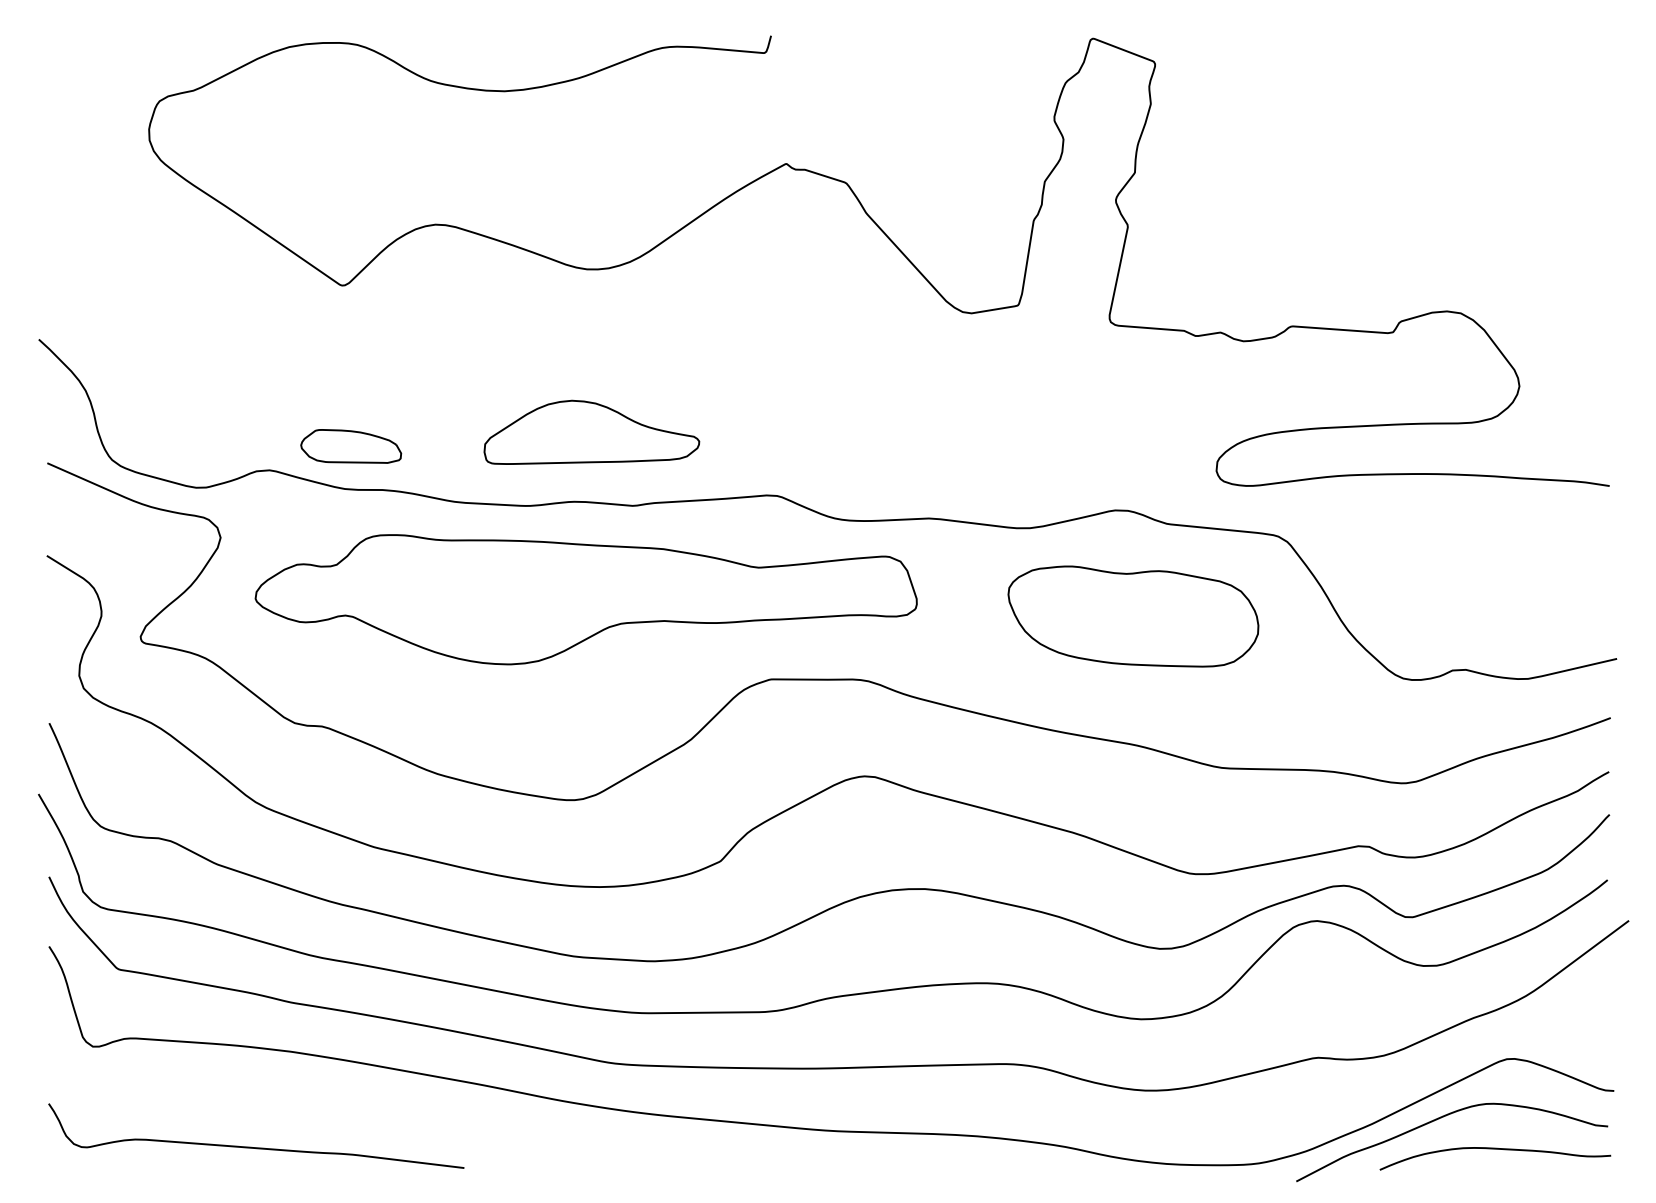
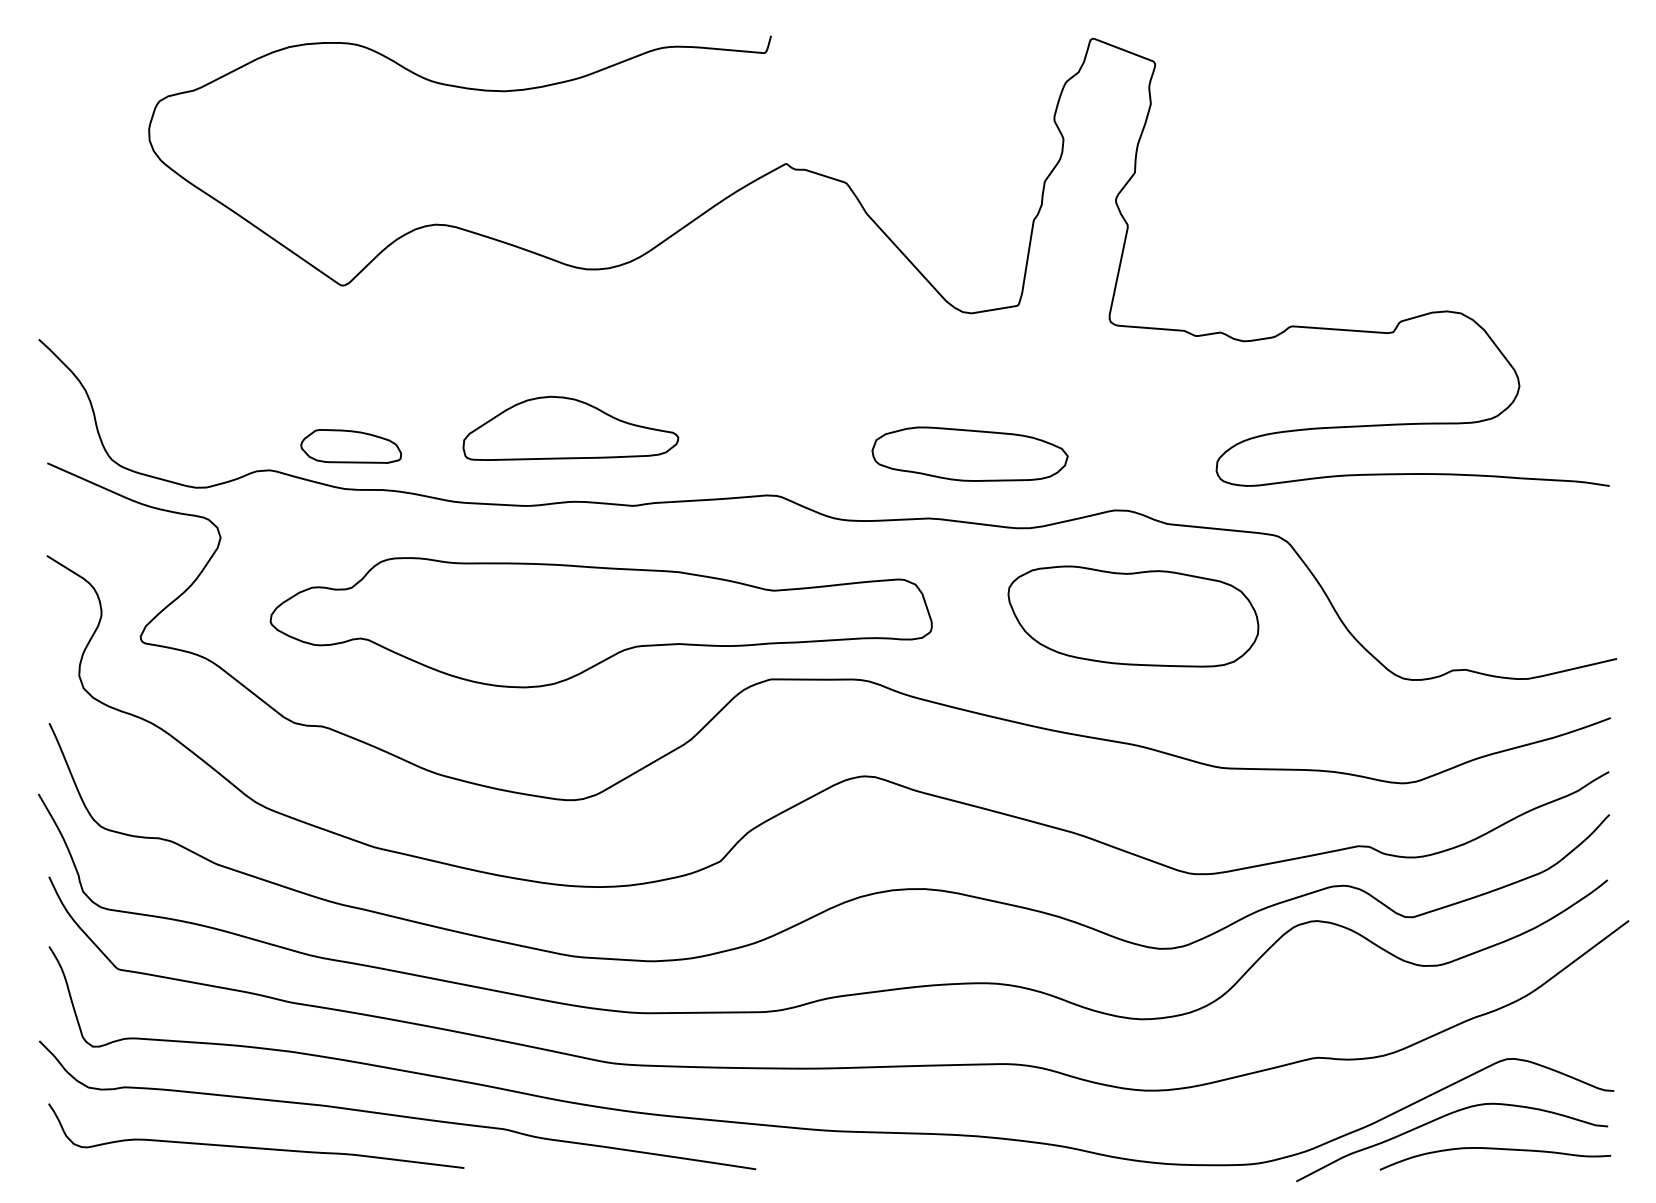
part at (591, 431) position: (591, 431) -> (570, 427)
part at (969, 453): none -> present
part at (585, 599) position: (585, 599) -> (600, 622)
curve at (397, 1114): none -> present
